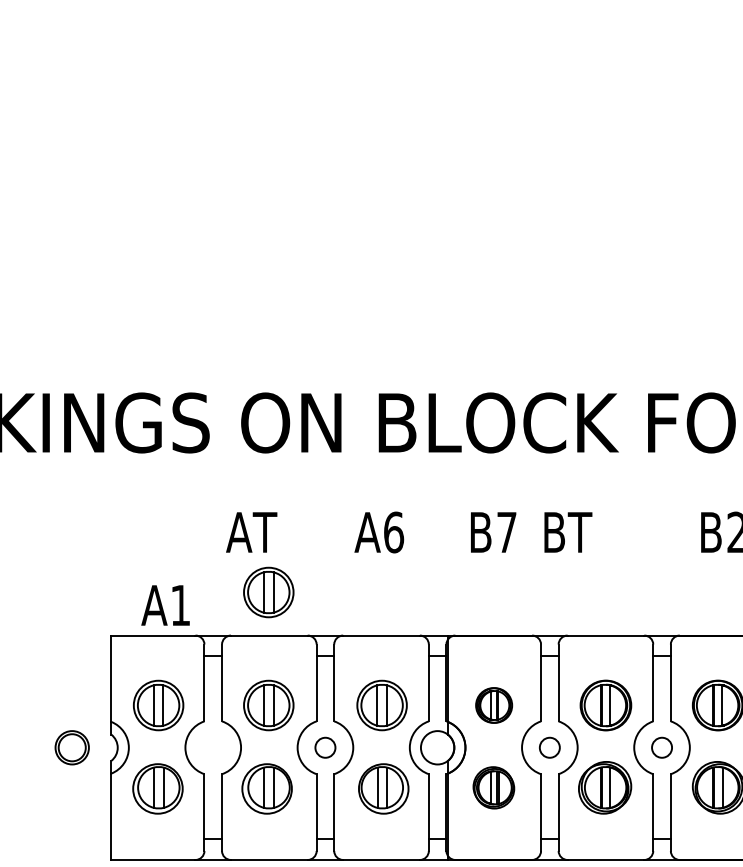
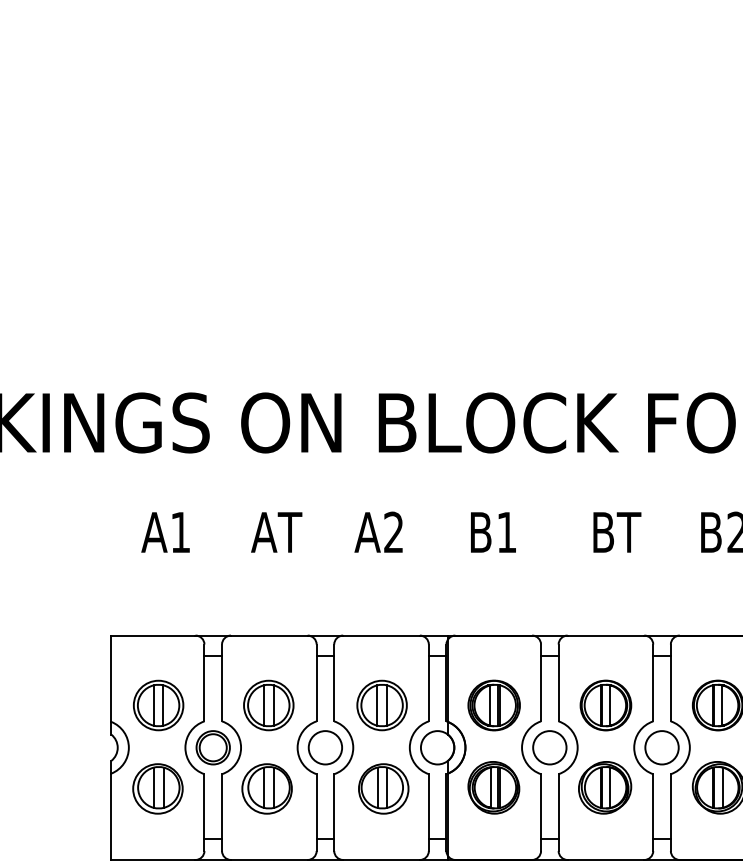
text at (251, 532) position: (251, 532) -> (276, 532)
text at (394, 532): A6 -> A2
text at (506, 532): B7 -> B1
text at (568, 532) position: (568, 532) -> (617, 532)
part at (268, 592): present -> none
text at (165, 605) position: (165, 605) -> (165, 532)
part at (494, 705) size: 39x37 px -> 54x53 px
part at (71, 747) position: (71, 747) -> (212, 747)
circle at (325, 747) diameter: 20 px -> 33 px
circle at (549, 747) diameter: 20 px -> 33 px
circle at (662, 747) diameter: 20 px -> 33 px
part at (493, 787) size: 44x44 px -> 54x54 px
